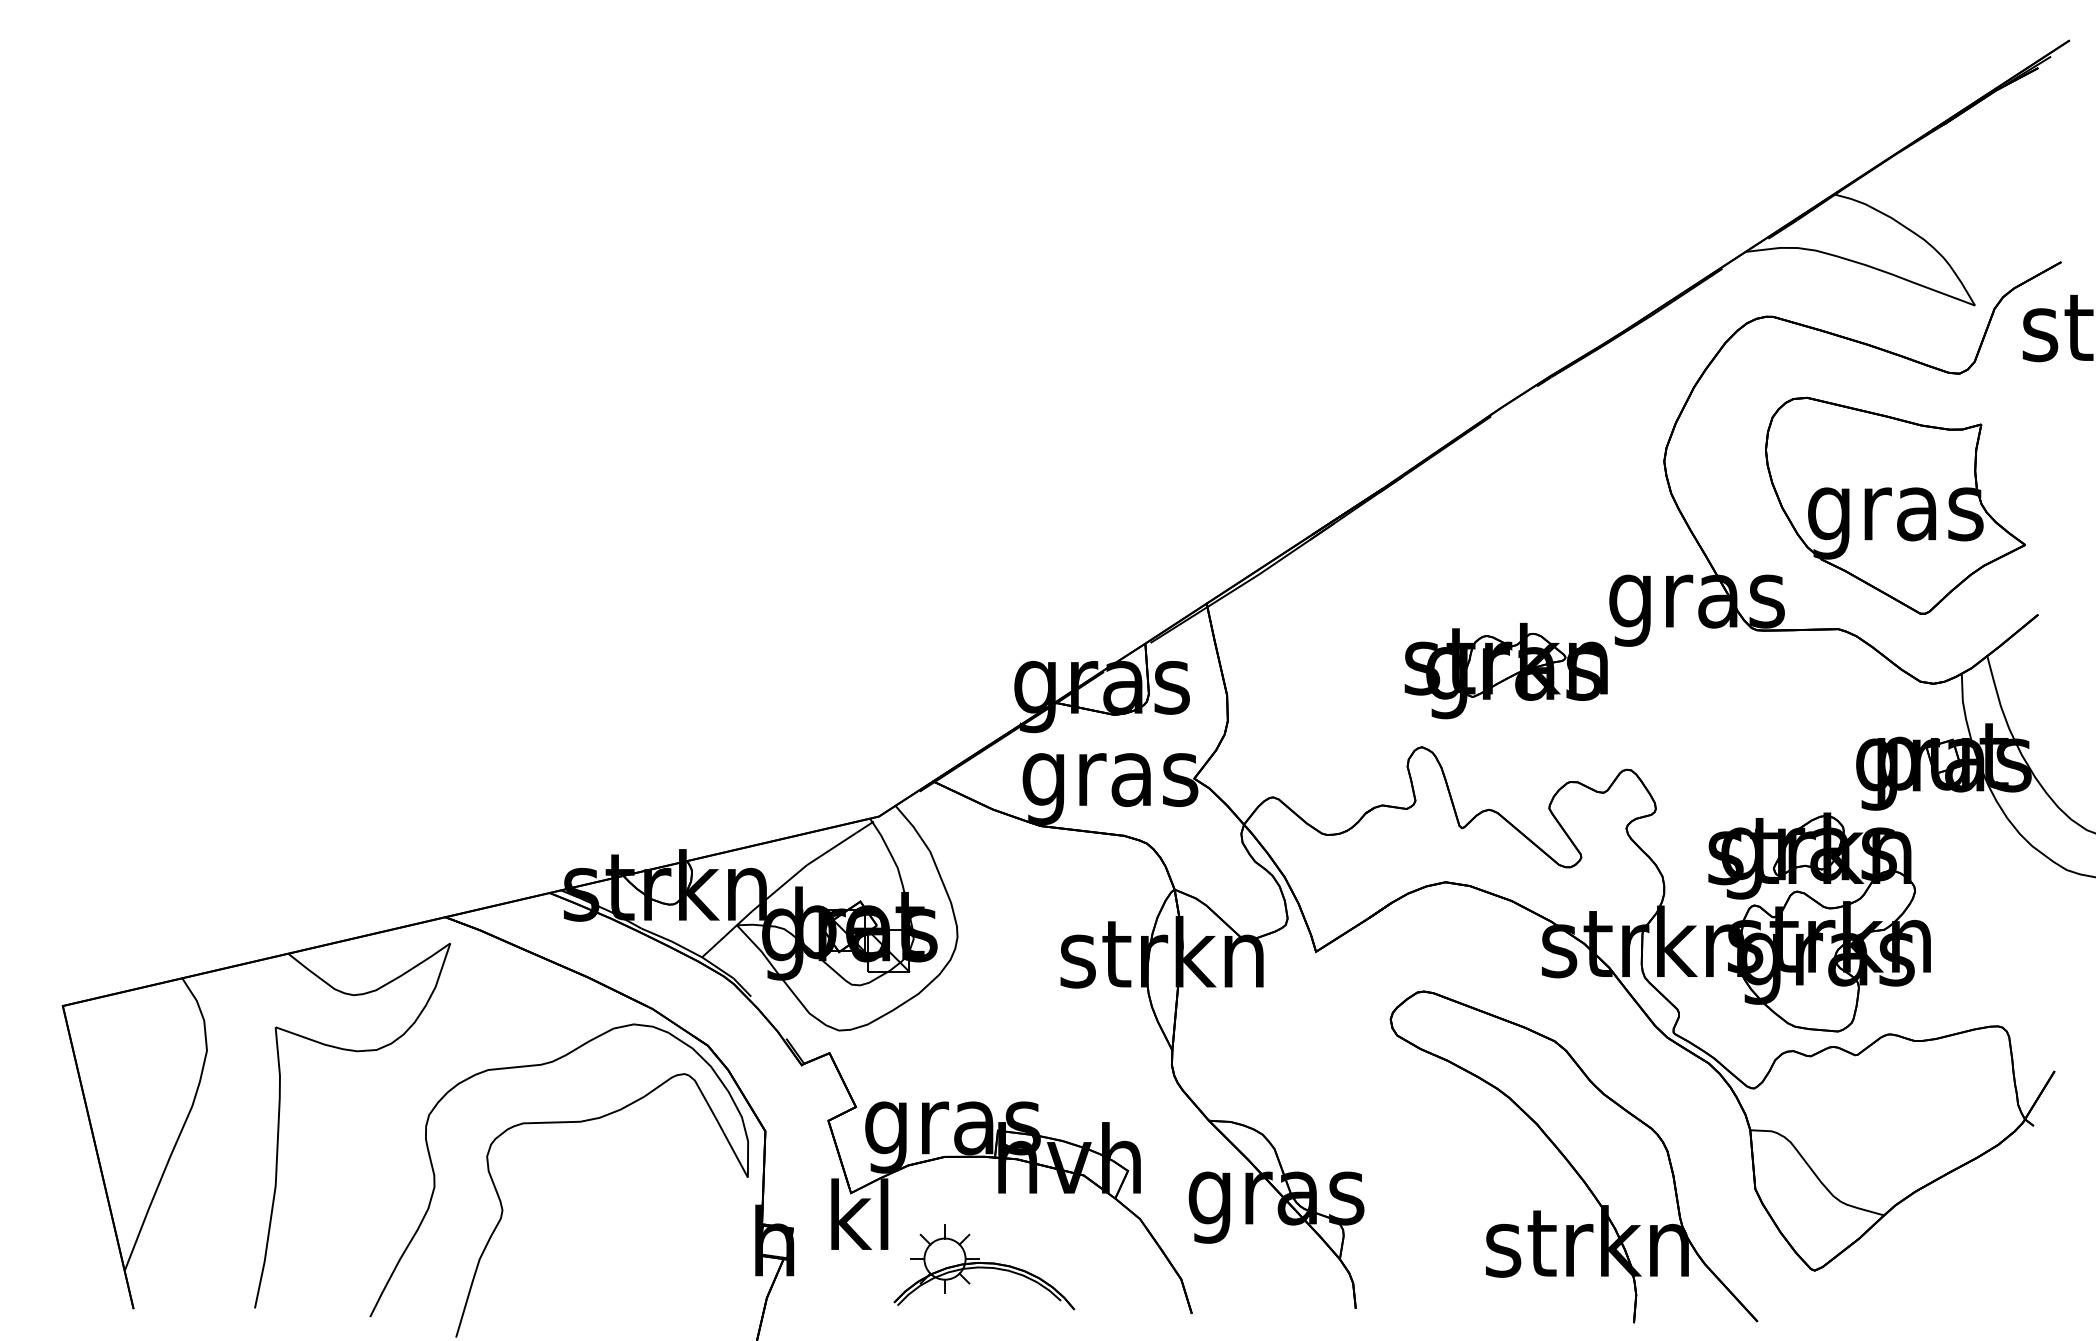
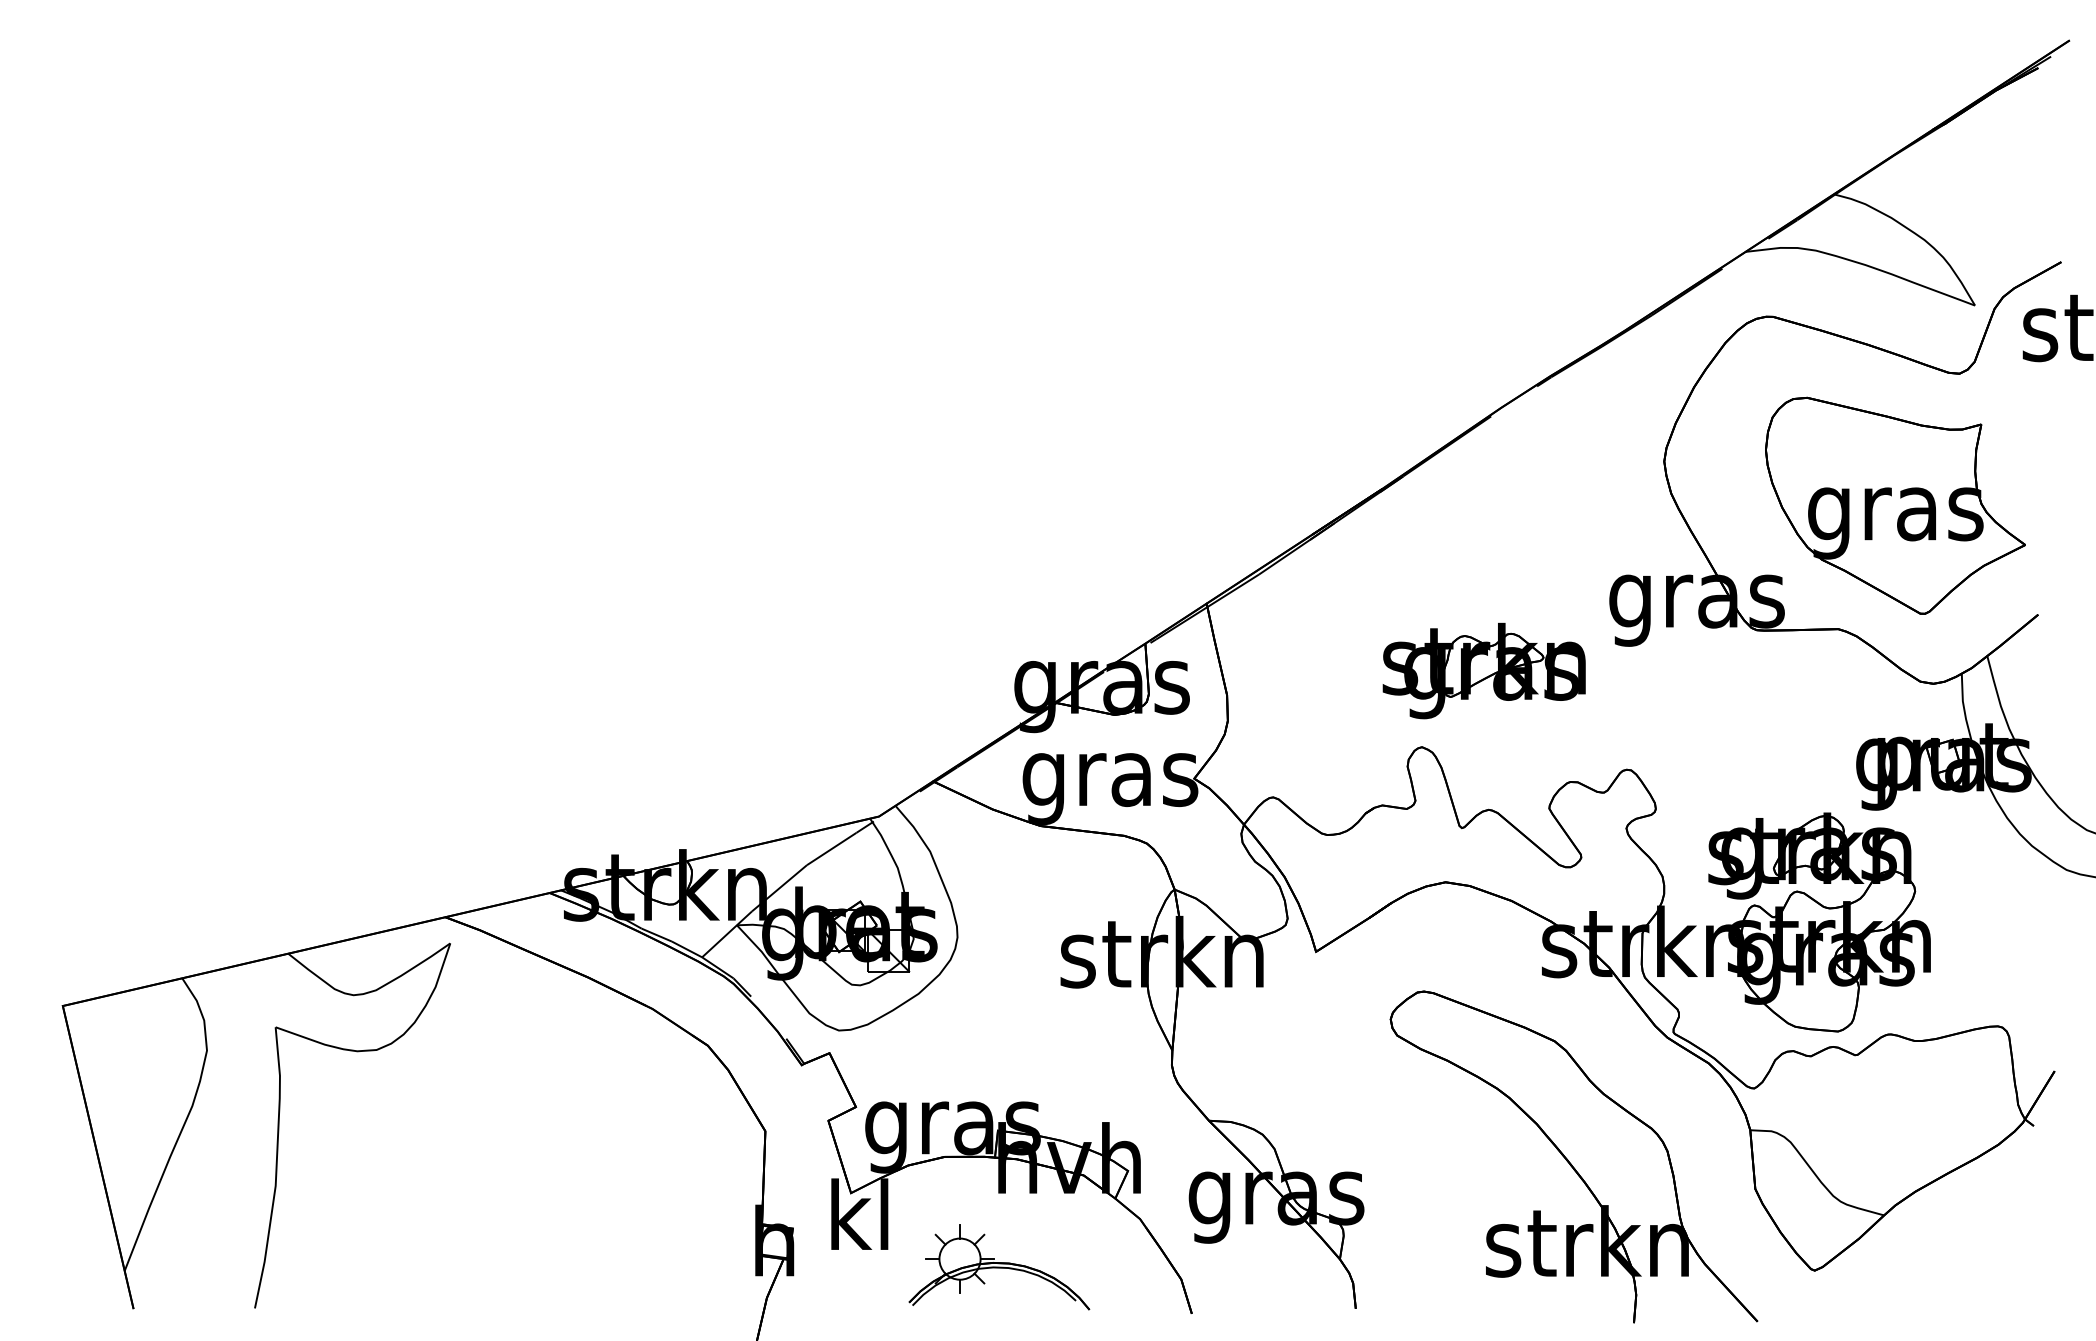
part at (1505, 670) position: (1505, 670) -> (1483, 670)
part at (558, 1123): present -> none
part at (984, 1267) position: (984, 1267) -> (999, 1267)
